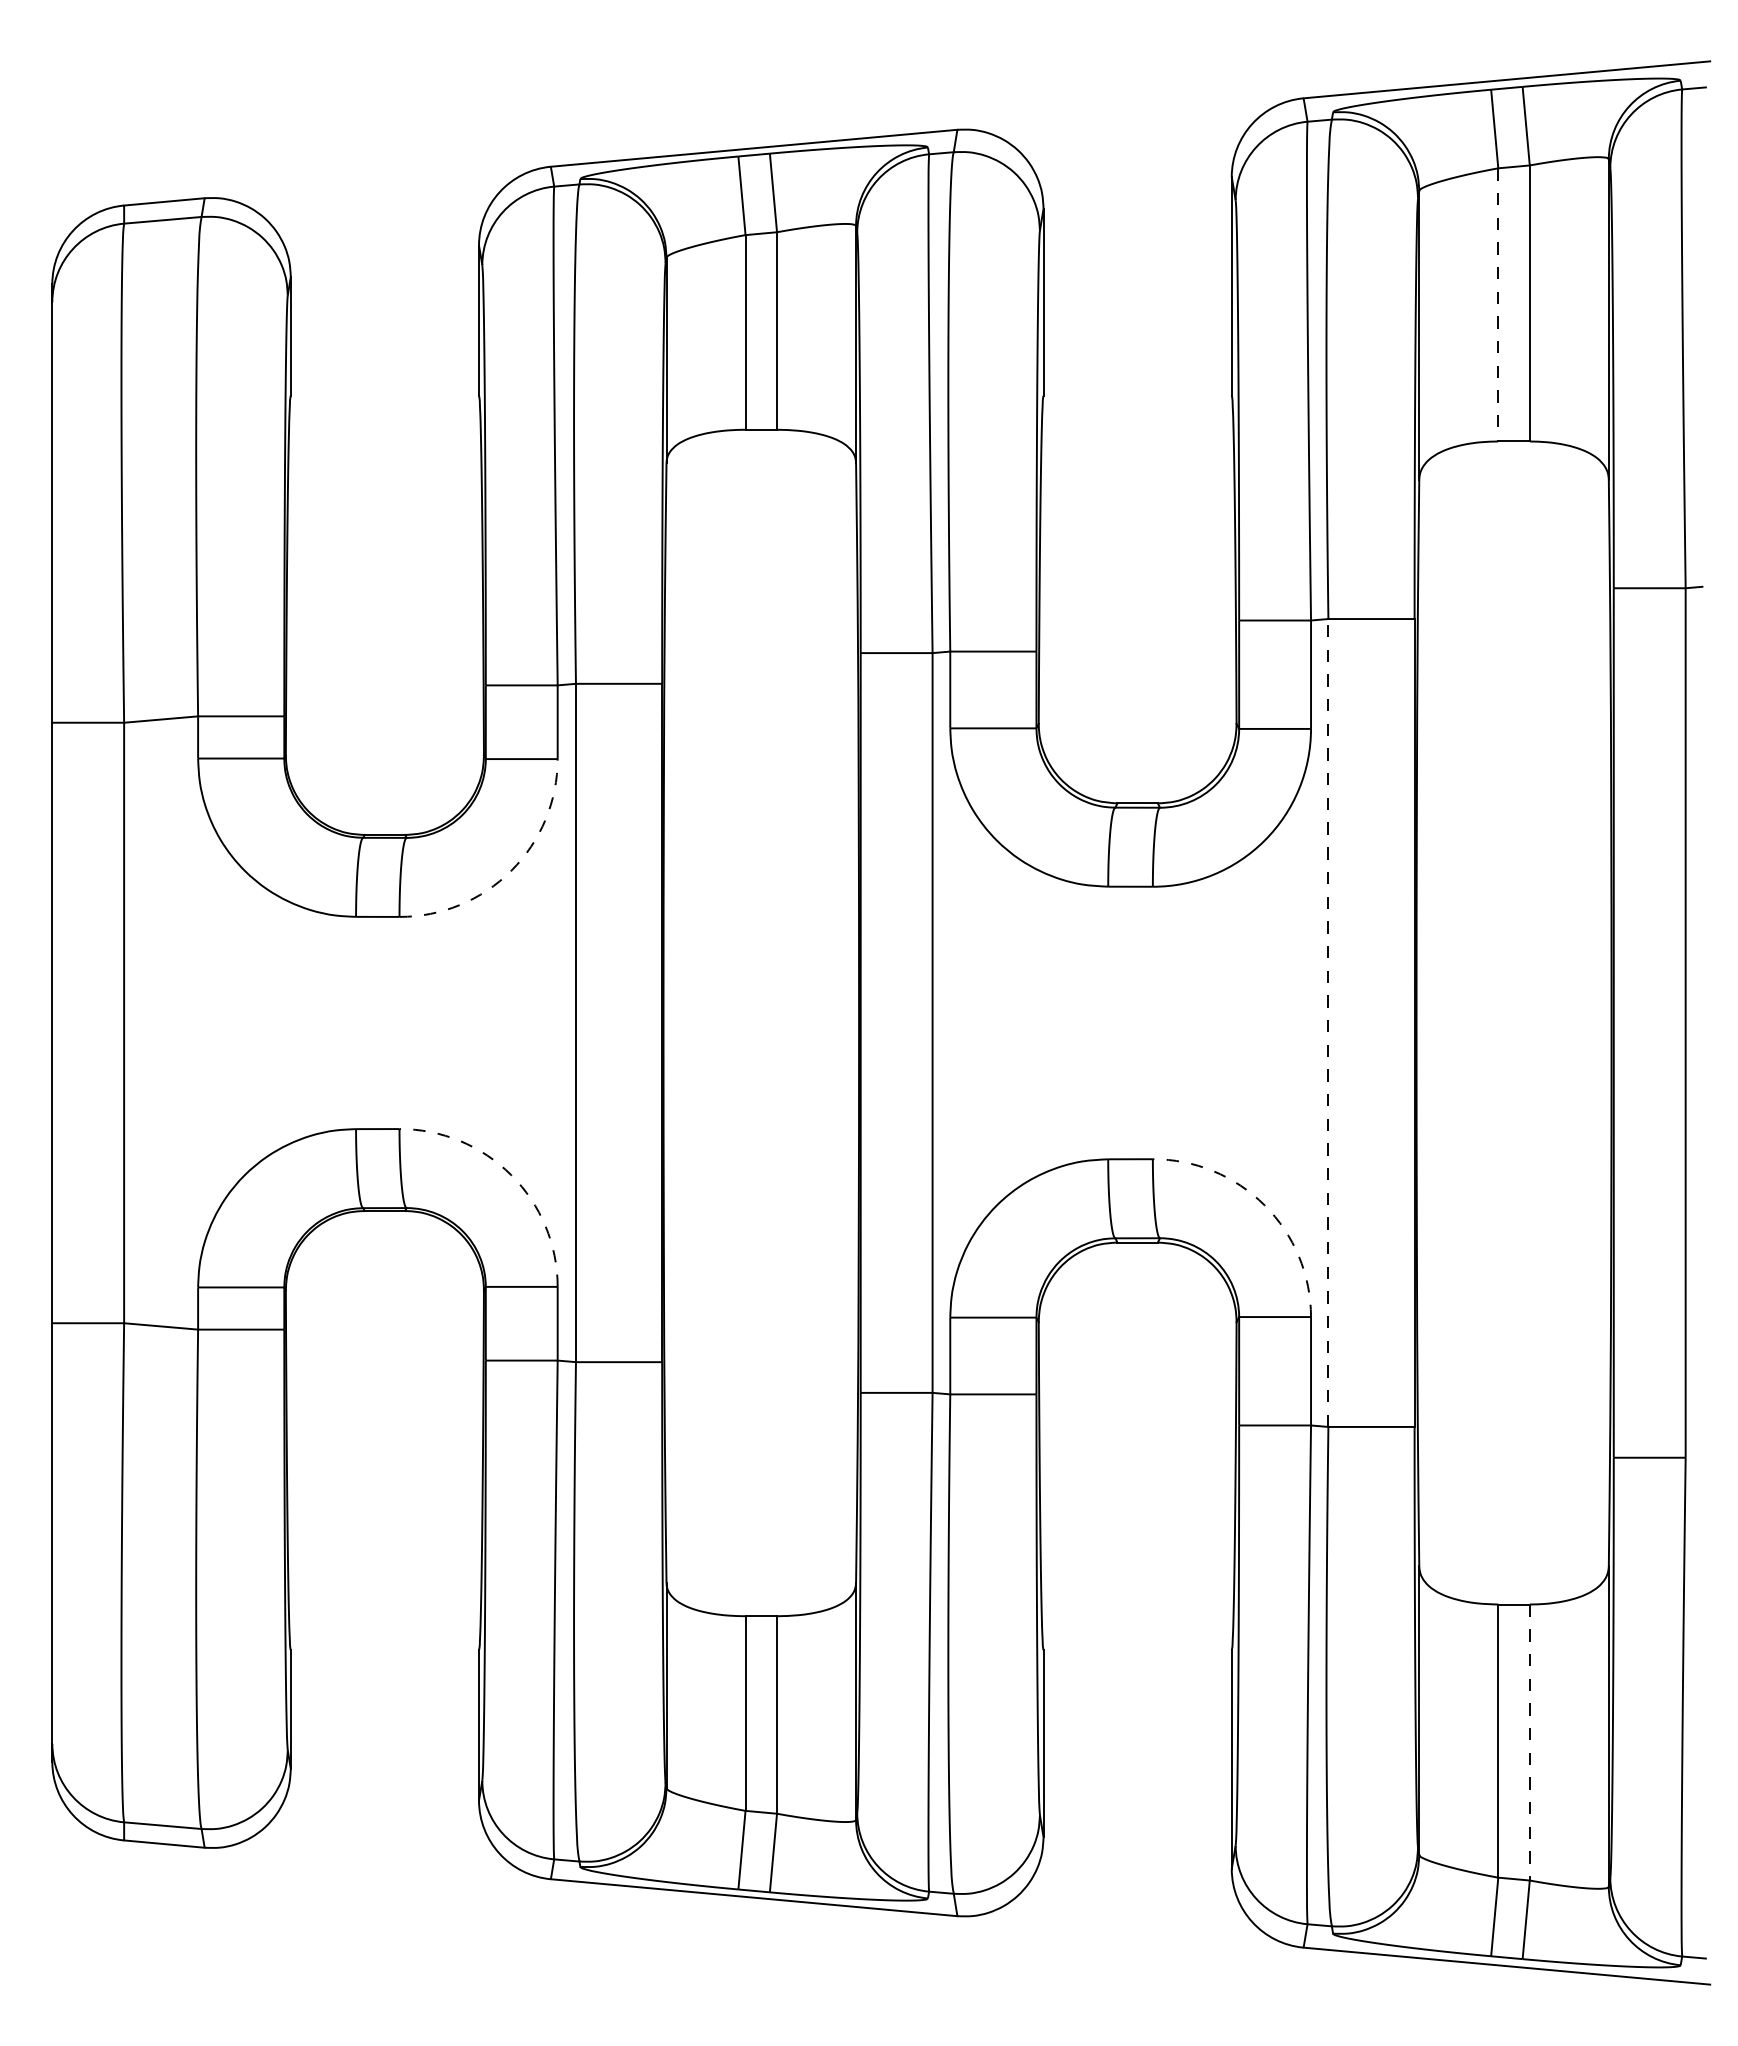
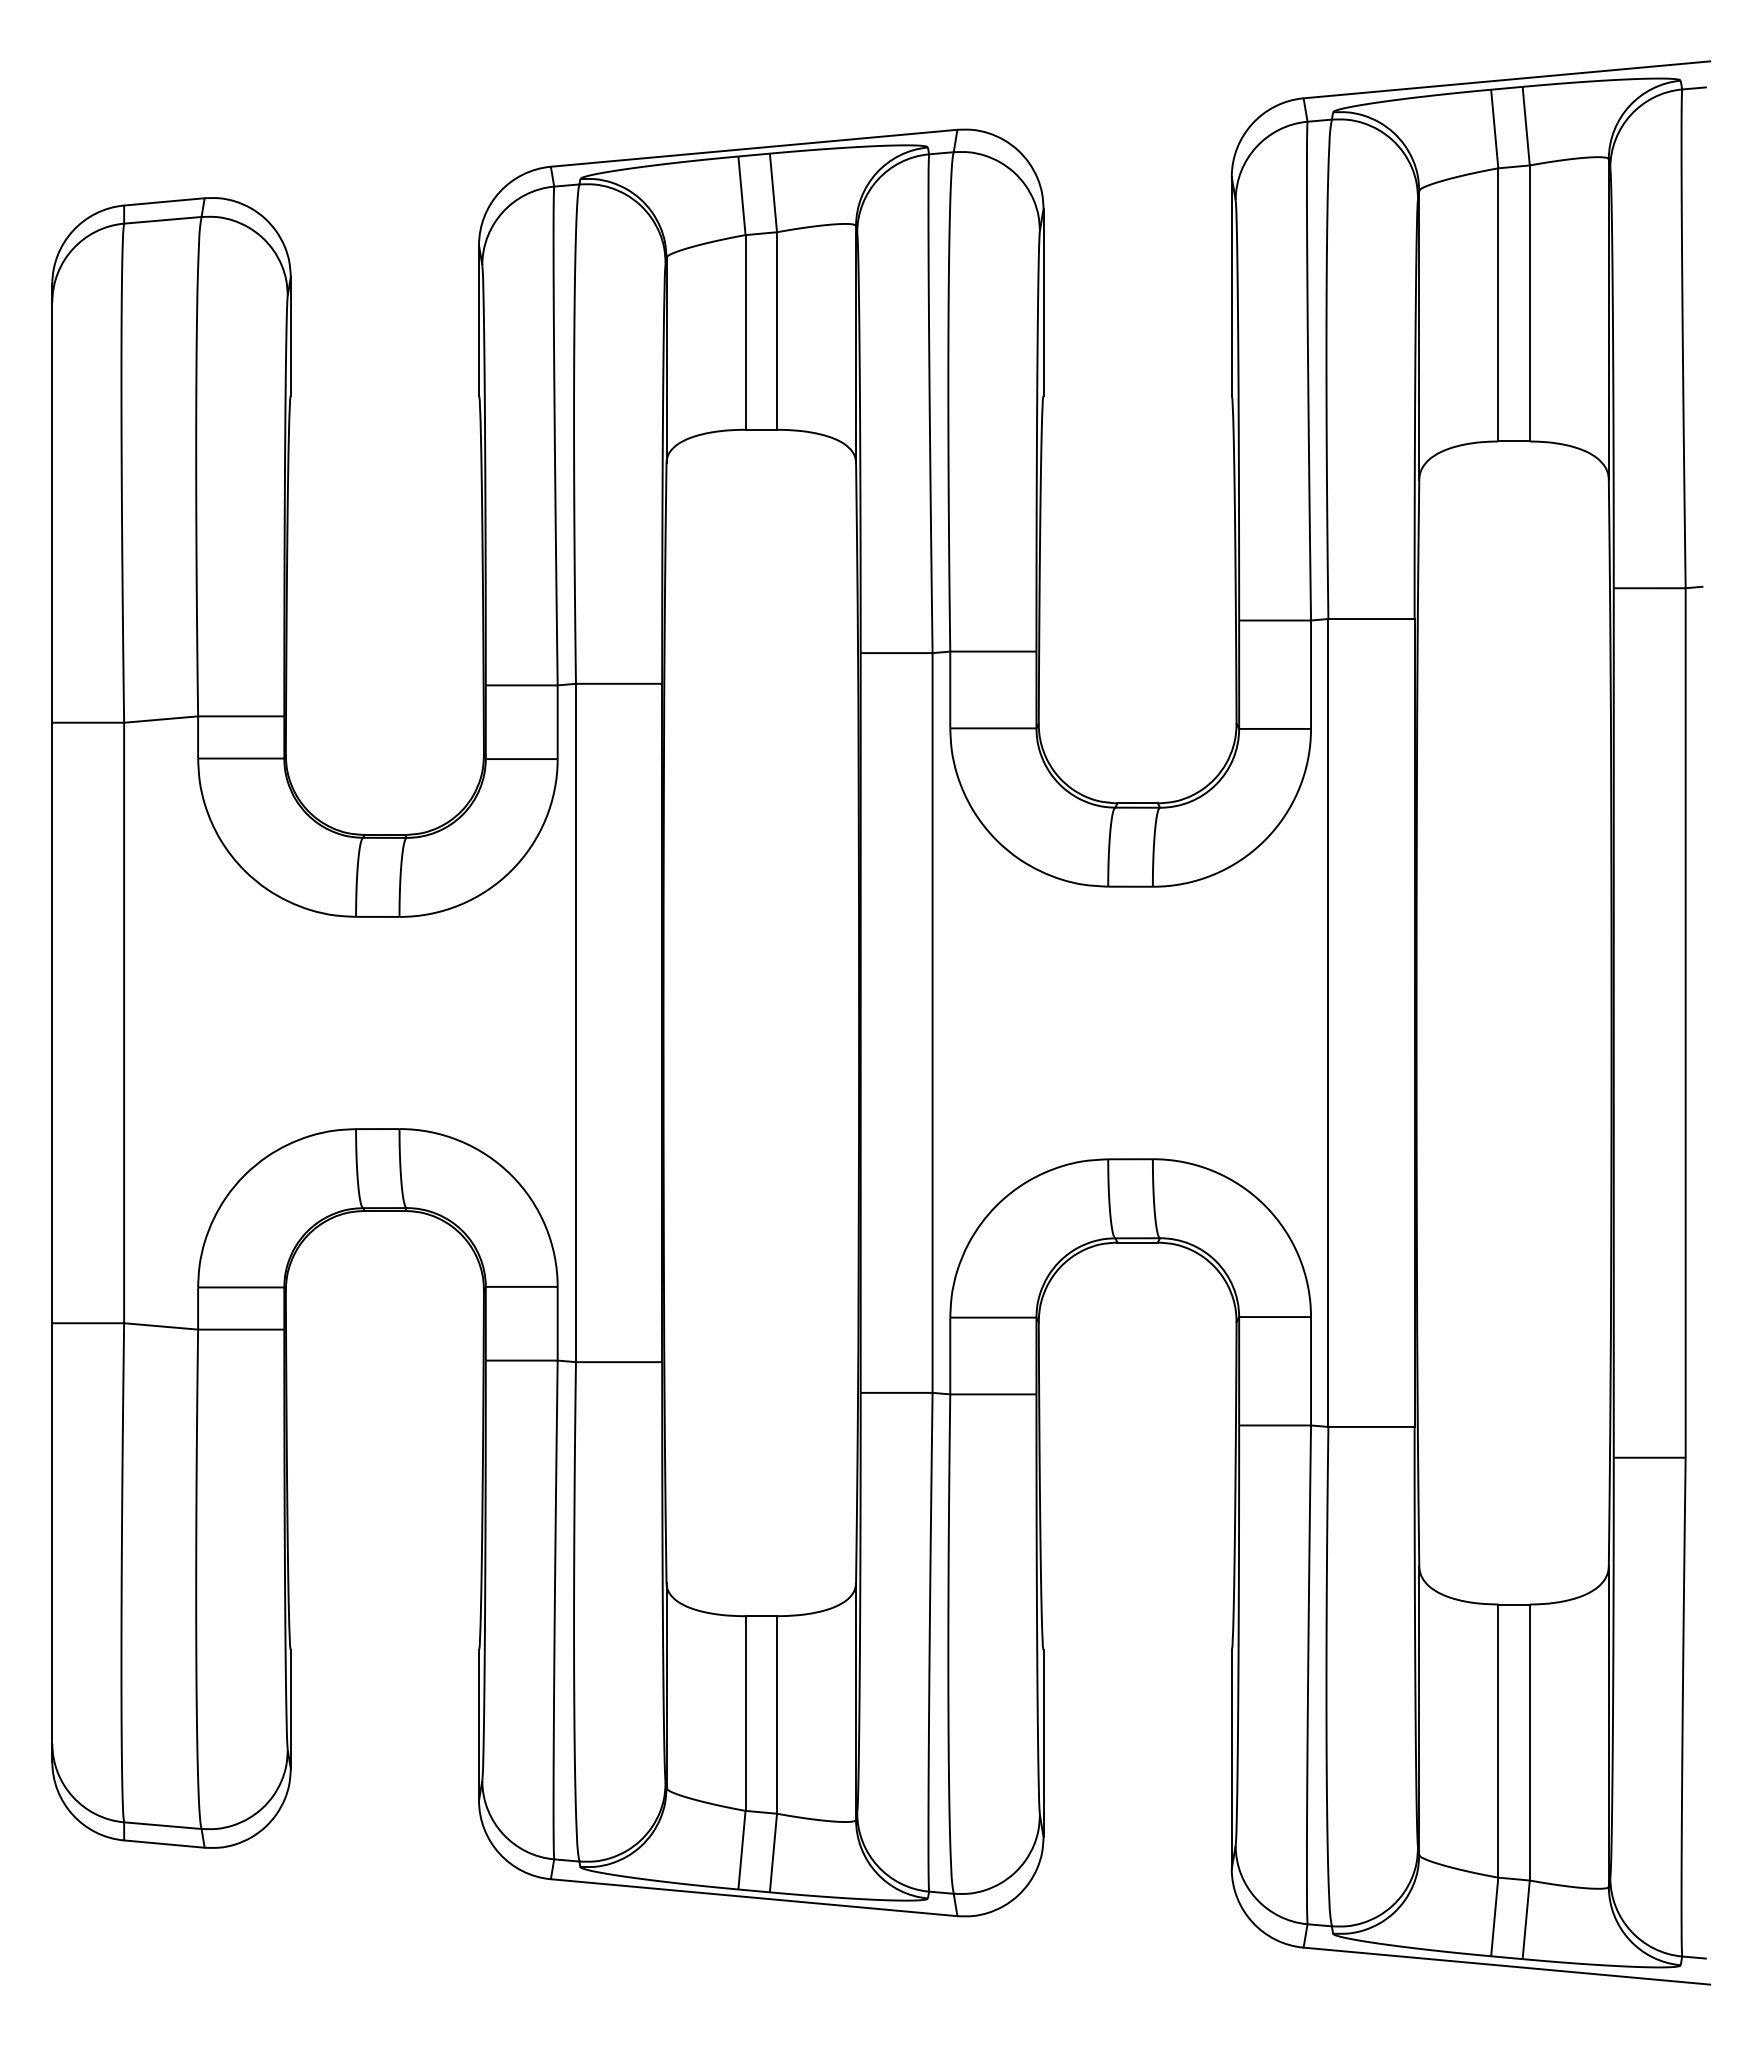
line at (1498, 304): dashed -> solid
arc at (511, 870): dashed -> solid
line at (1328, 1022): dashed -> solid
arc at (511, 1175): dashed -> solid
arc at (1264, 1205): dashed -> solid
line at (1529, 1743): dashed -> solid
